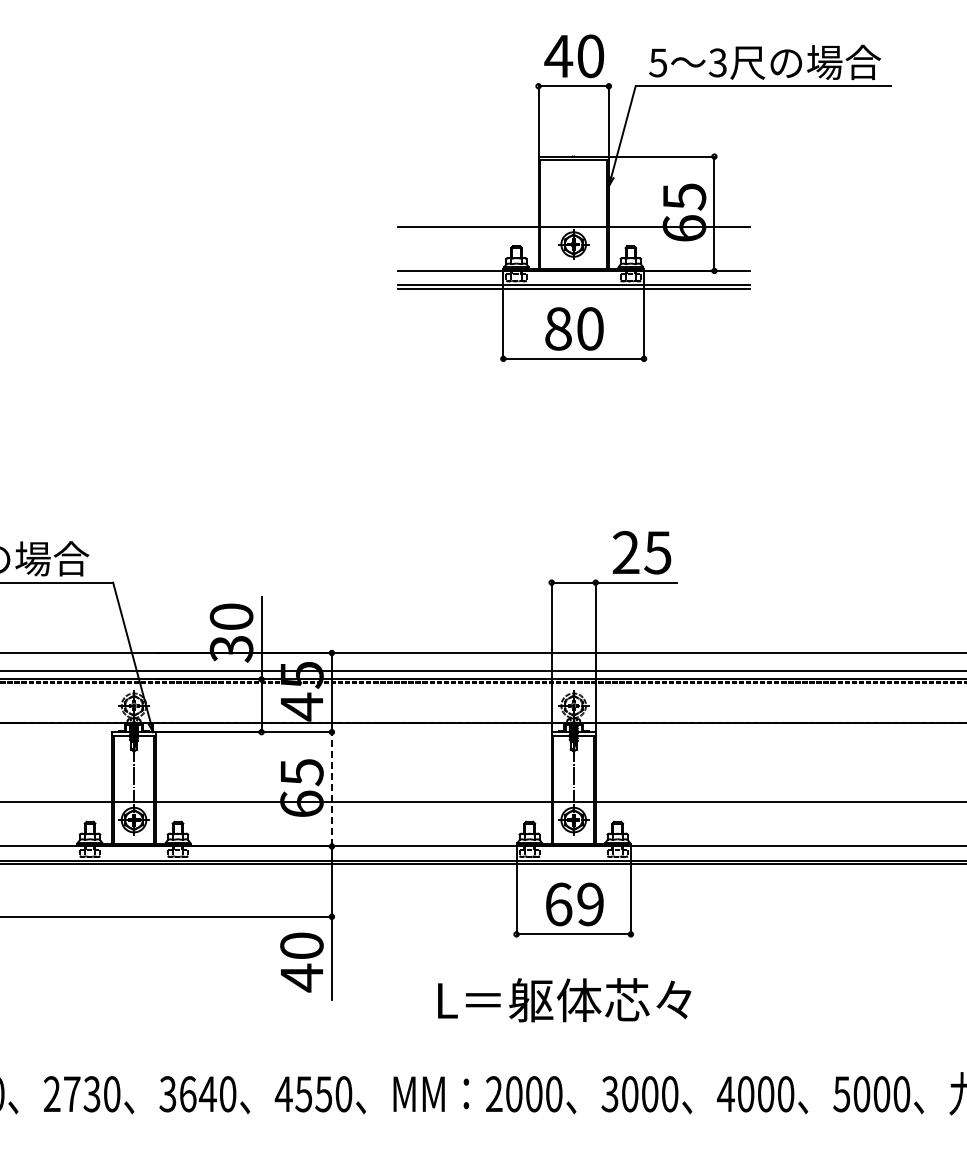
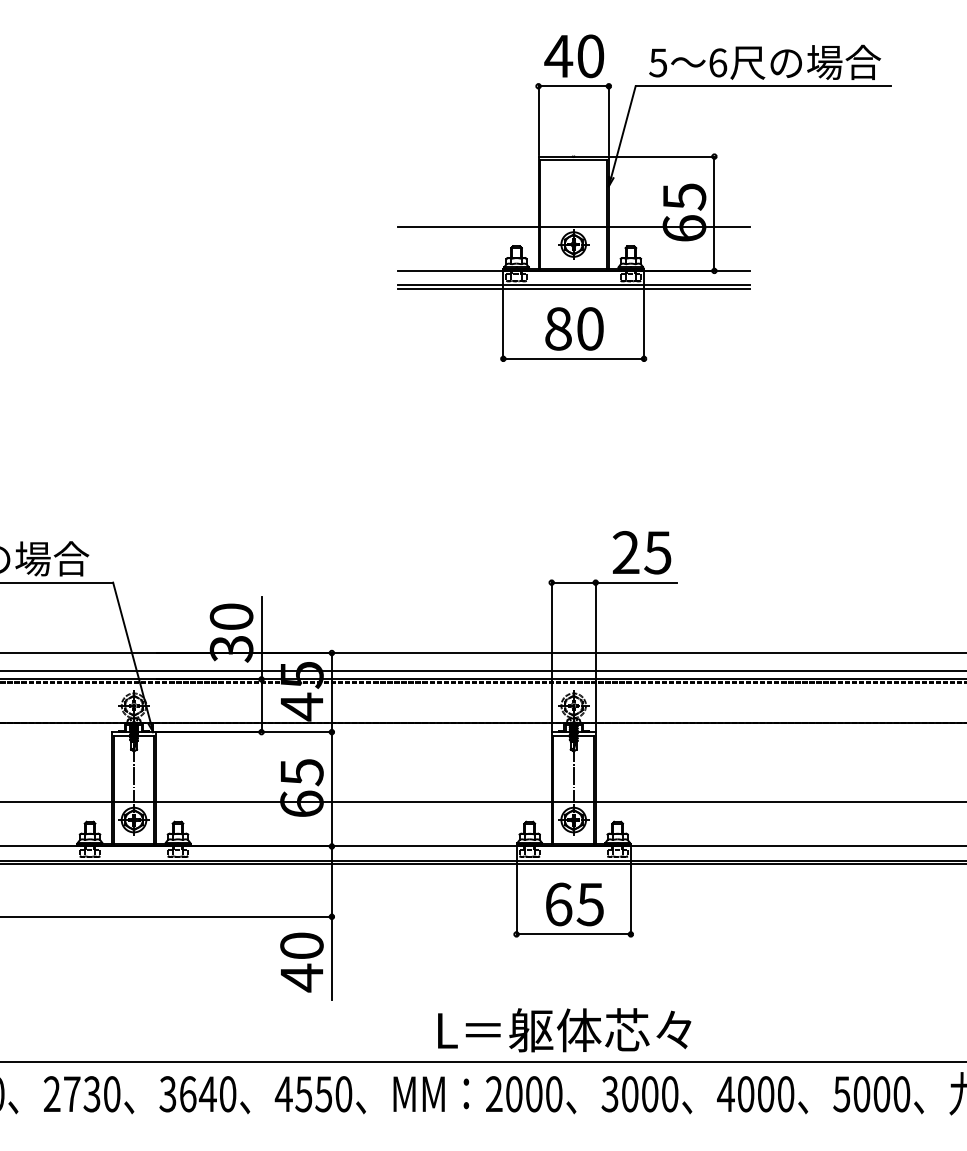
text at (717, 62): 3 -> 6
line at (331, 788): dashed -> solid
text at (589, 904): 69 -> 65
text at (564, 1000) position: (564, 1000) -> (564, 1030)
line at (482, 1061): none -> present
